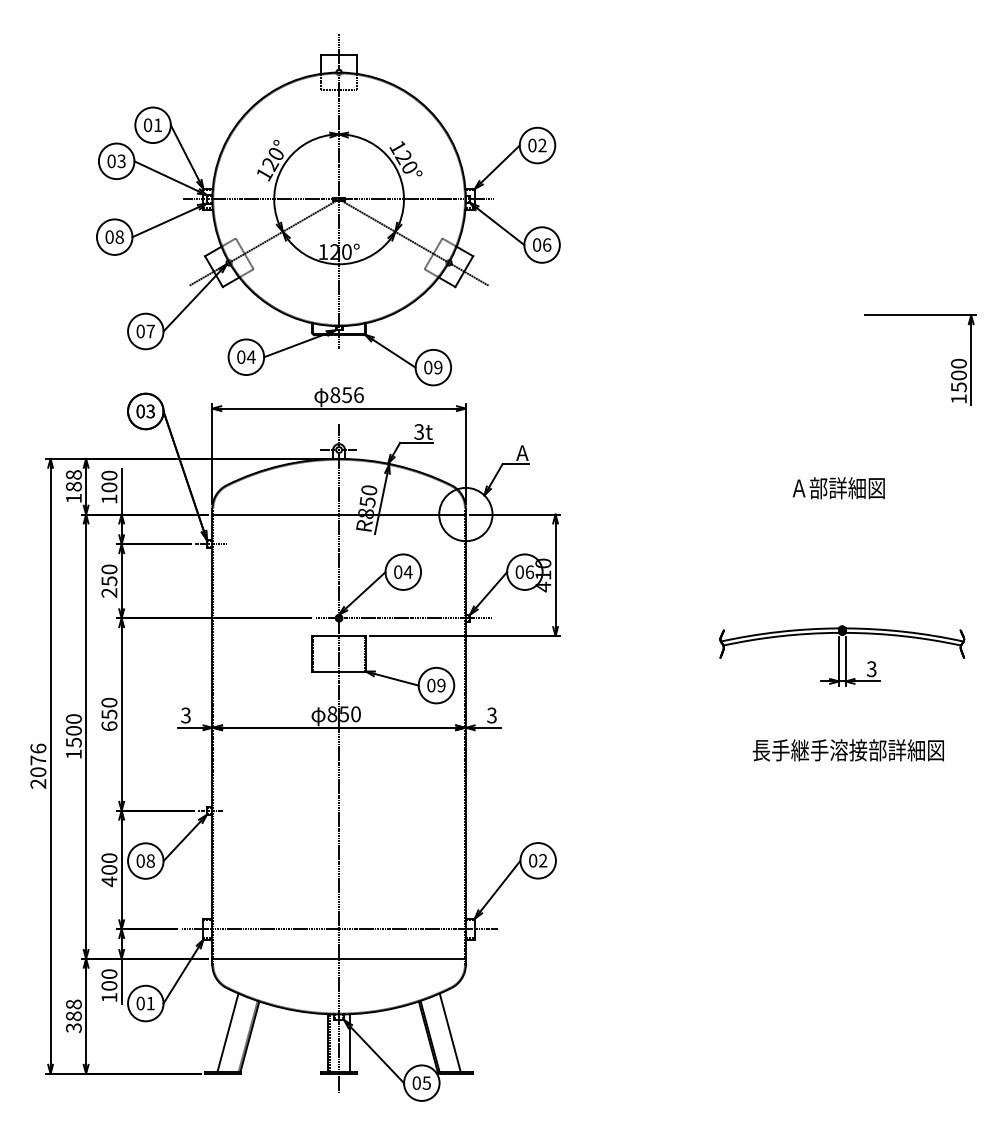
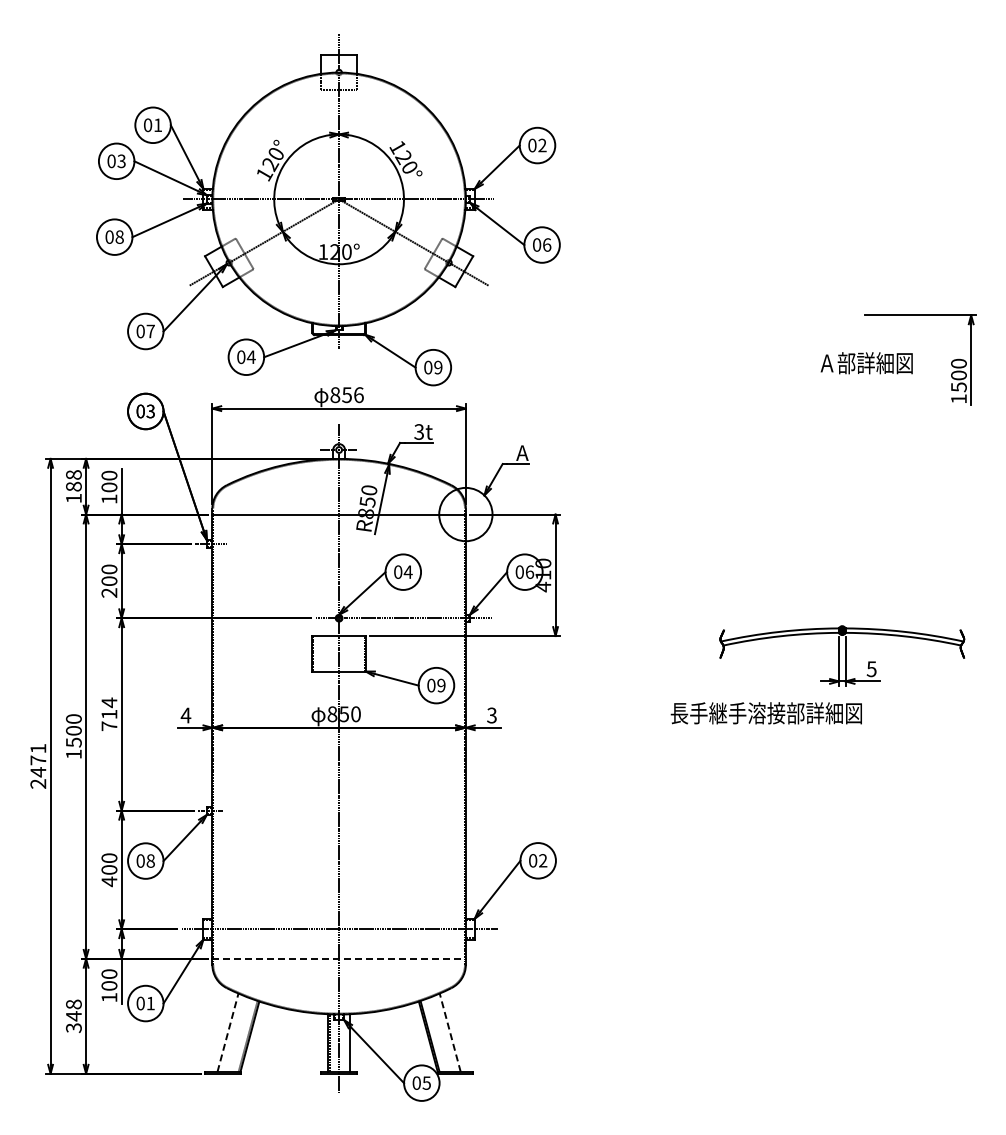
text at (838, 488) position: (838, 488) -> (866, 363)
text at (109, 581): 250 -> 200
text at (871, 668): 3 -> 5
text at (109, 714): 650 -> 714
text at (185, 715): 3 -> 4
text at (847, 750) position: (847, 750) -> (765, 713)
text at (38, 760): 2076 -> 2471
line at (339, 958): solid -> dashed
text at (73, 1016): 388 -> 348
line at (228, 1032): solid -> dashed
line at (450, 1032): solid -> dashed
